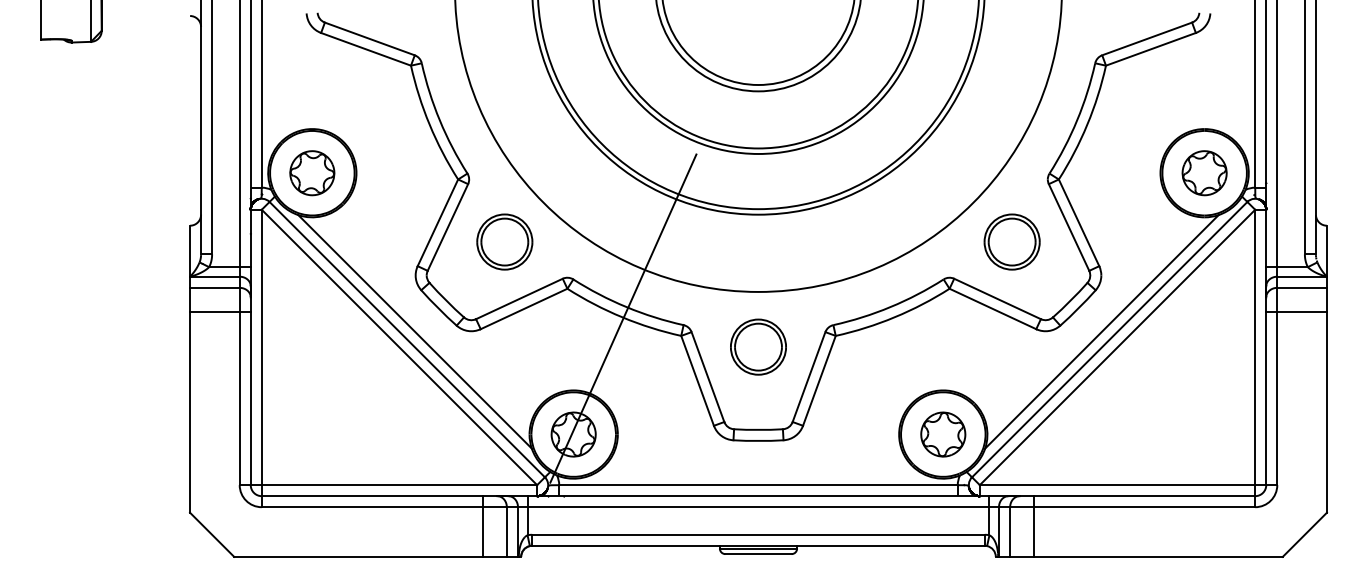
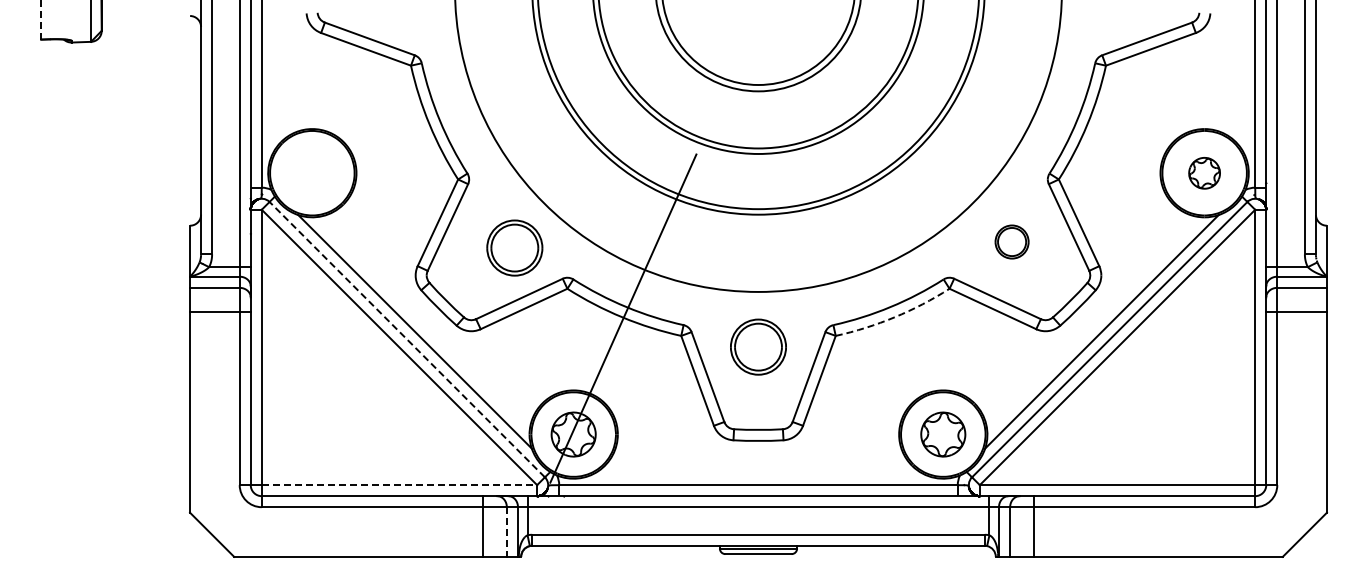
line at (41, 19): solid -> dashed
part at (312, 173): present -> none
part at (1204, 173) size: 47x47 px -> 33x33 px
part at (504, 241) position: (504, 241) -> (514, 247)
part at (1011, 241) size: 58x58 px -> 36x36 px
arc at (894, 317): solid -> dashed
line at (407, 339): solid -> dashed
line at (399, 485): solid -> dashed
line at (506, 532): solid -> dashed
